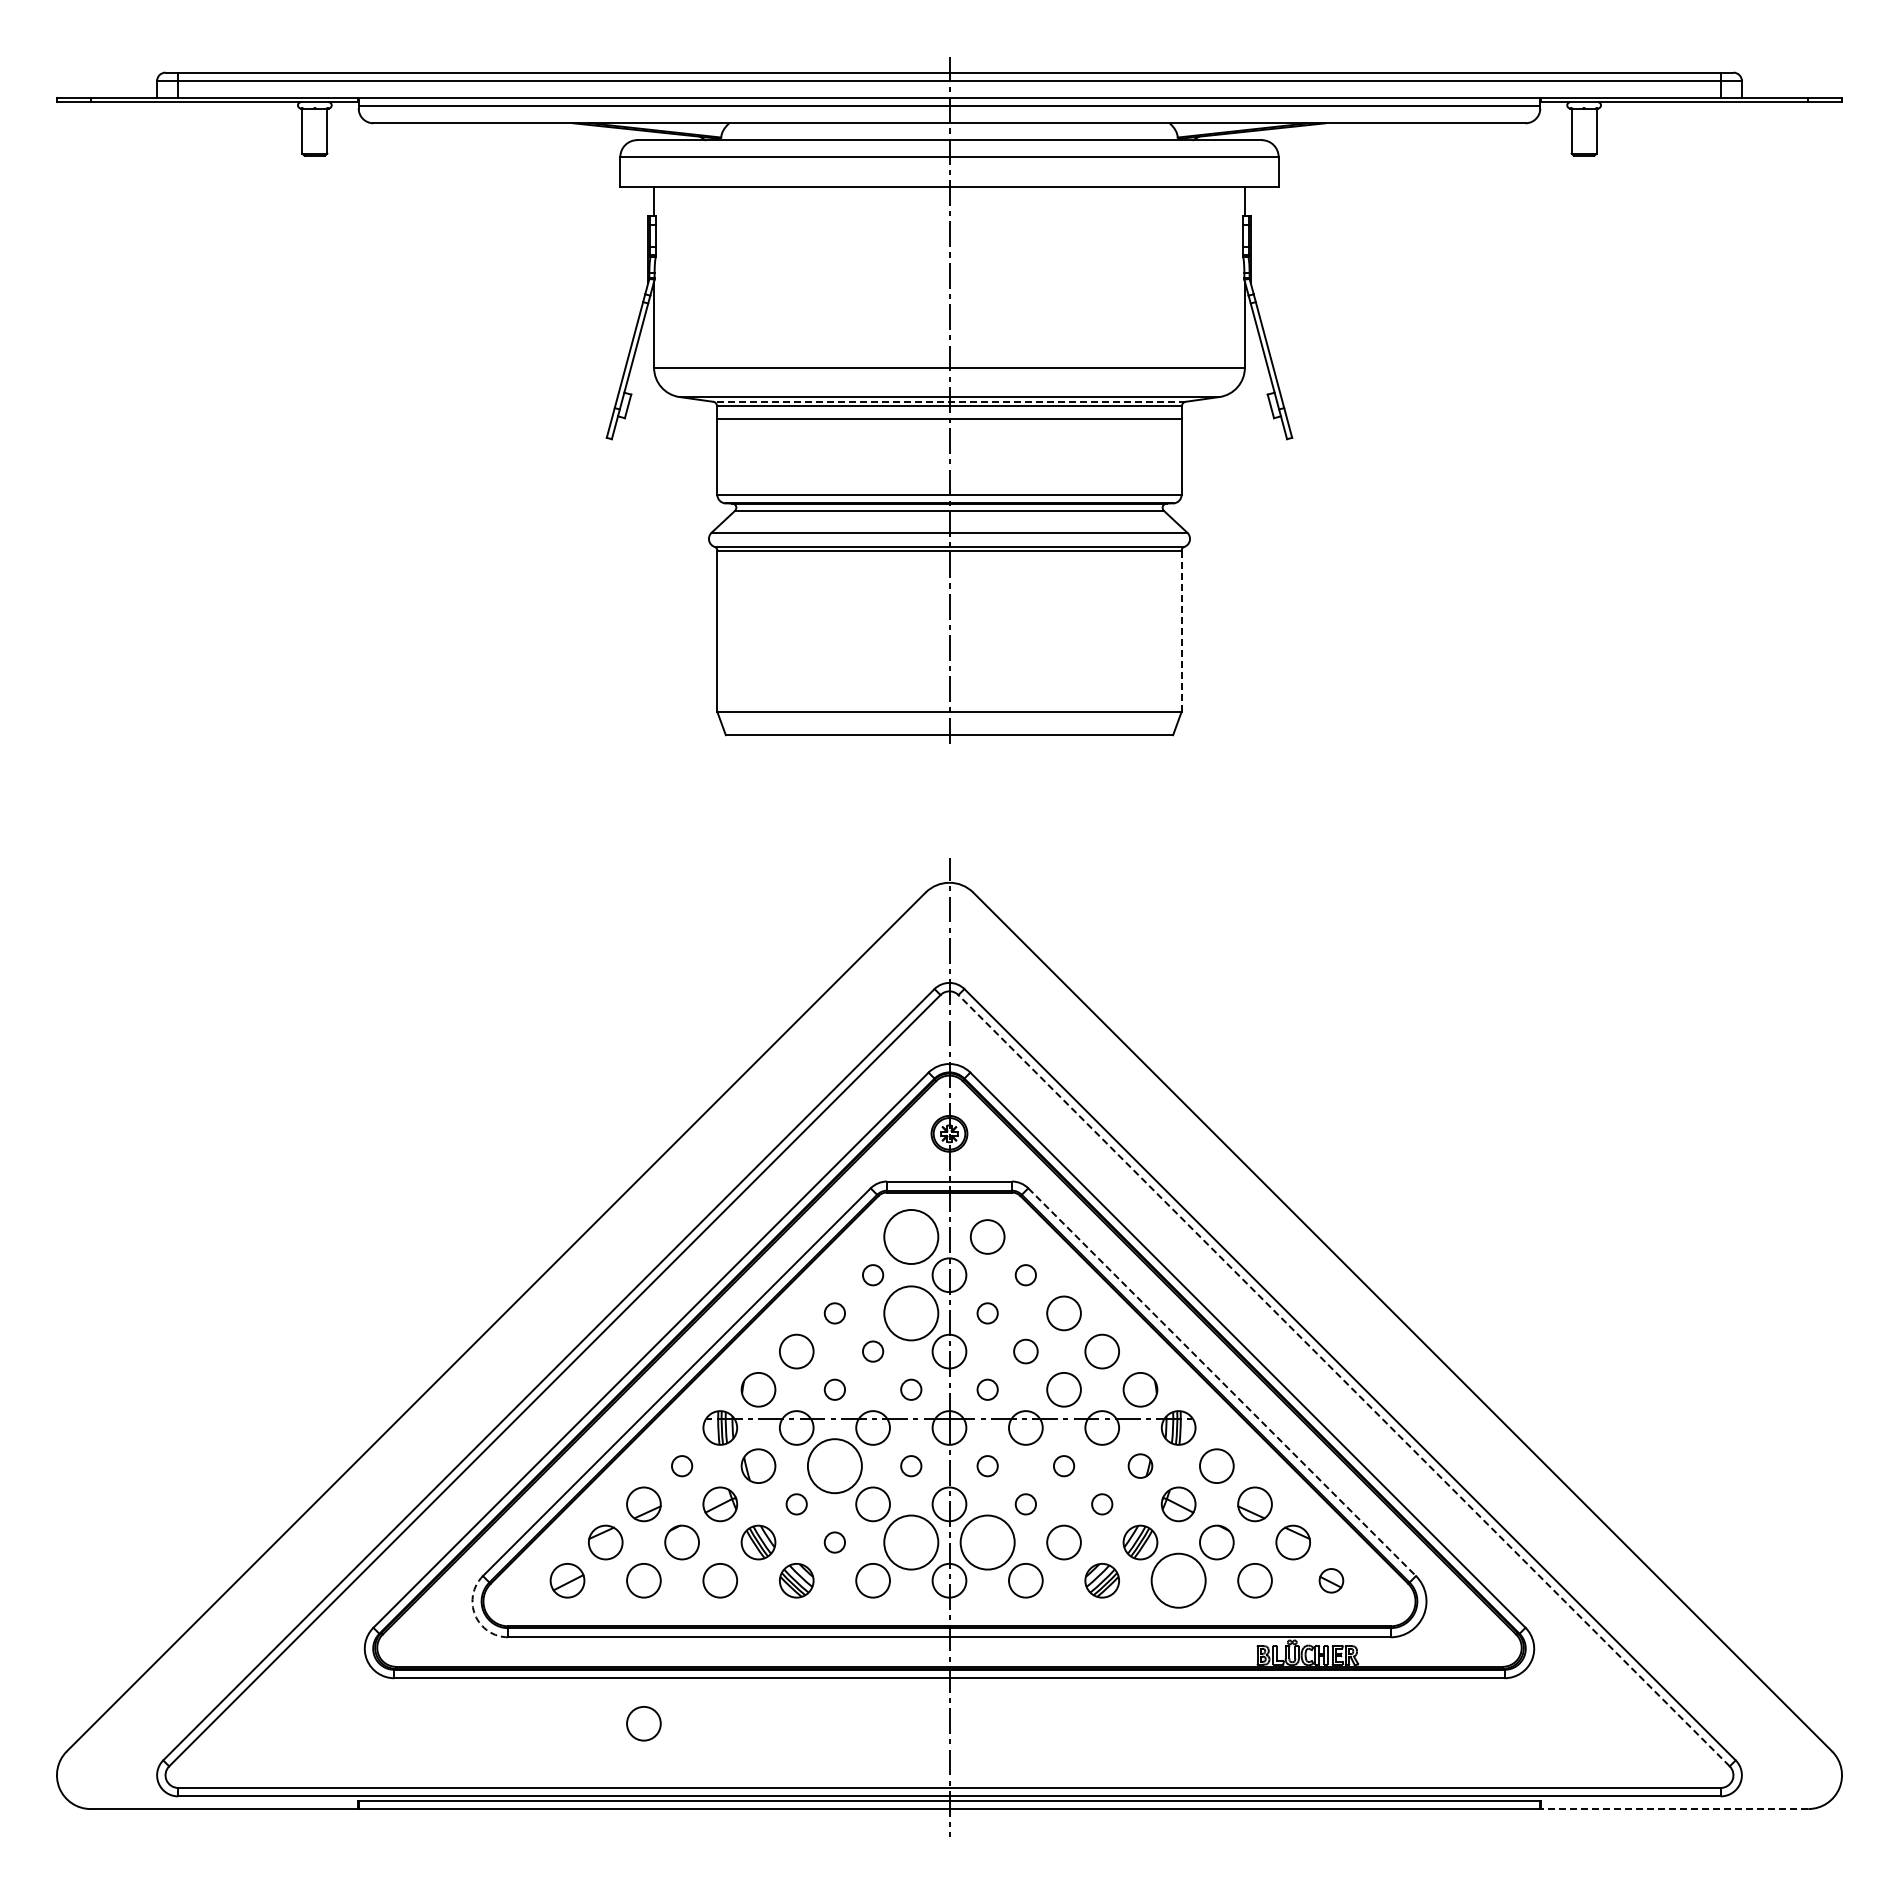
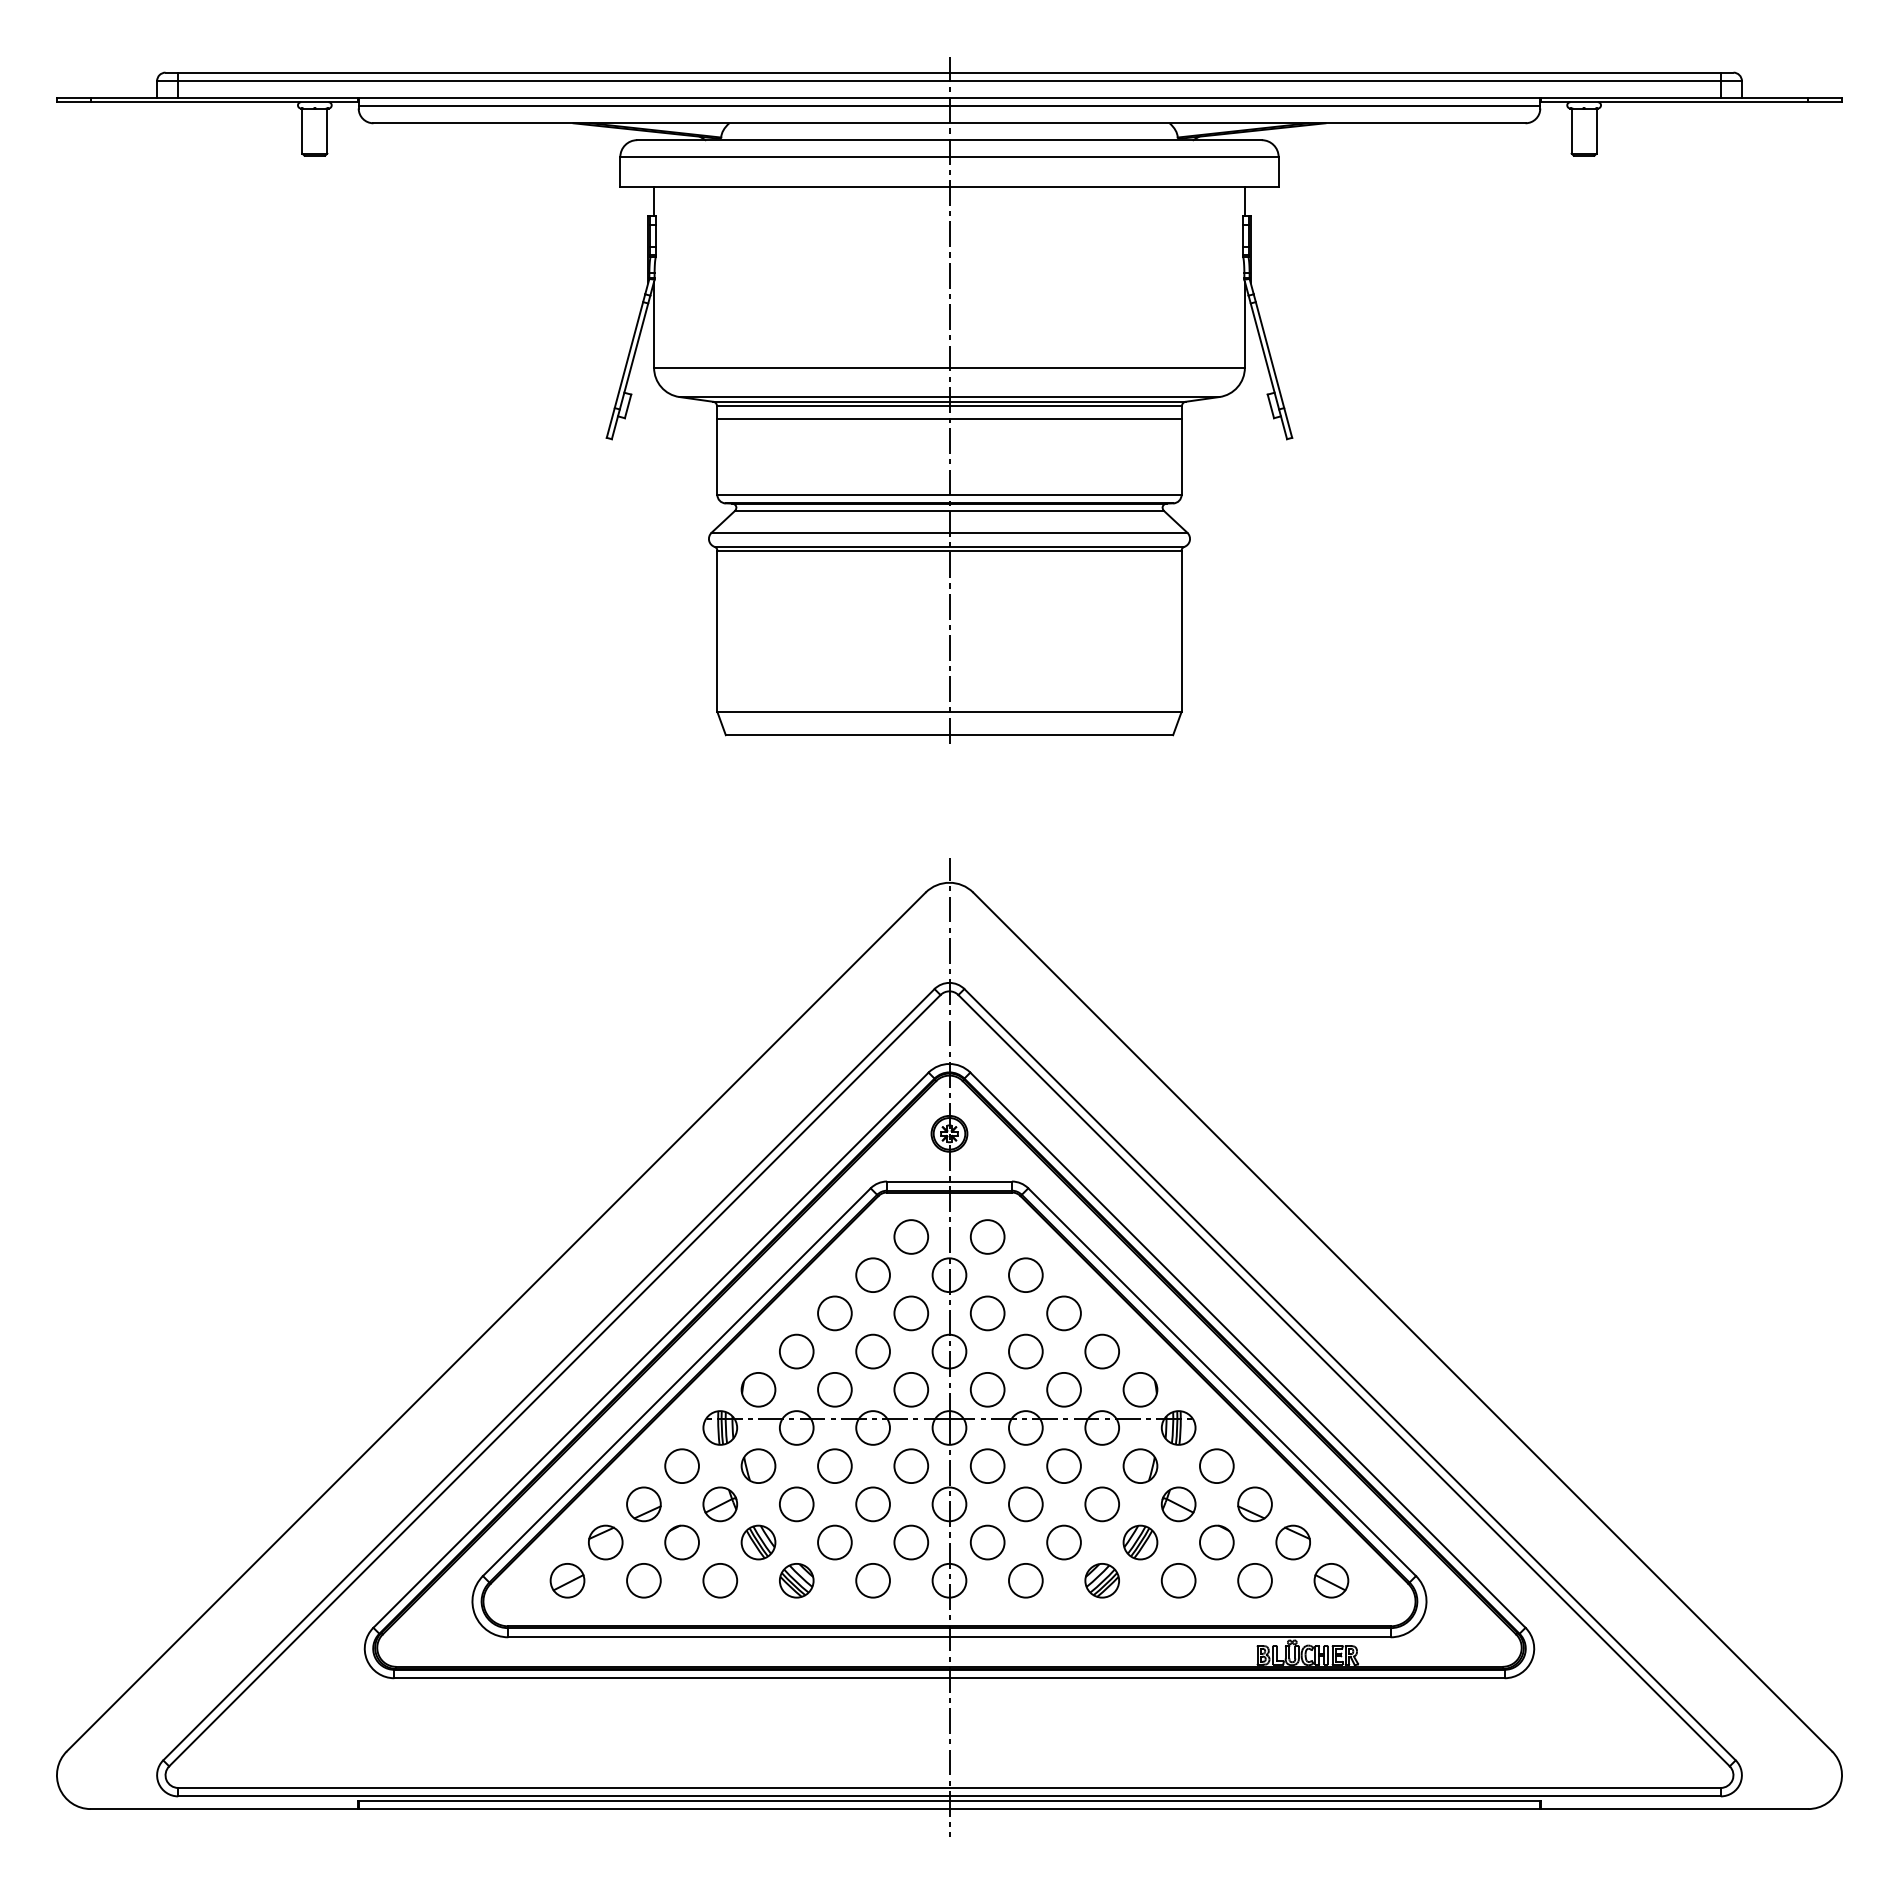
line at (948, 401): dashed -> solid
line at (1181, 631): dashed -> solid
circle at (911, 1236) diameter: 54 px -> 34 px
circle at (872, 1275) diameter: 20 px -> 34 px
circle at (1025, 1275) diameter: 20 px -> 34 px
circle at (834, 1313) diameter: 20 px -> 34 px
circle at (911, 1313) diameter: 54 px -> 34 px
circle at (987, 1313) diameter: 20 px -> 34 px
circle at (872, 1351) diameter: 20 px -> 34 px
circle at (1025, 1351) size: 26x27 px -> 36x37 px
line at (1343, 1380): dashed -> solid
line at (1222, 1382): dashed -> solid
circle at (834, 1389) diameter: 20 px -> 34 px
circle at (911, 1389) diameter: 20 px -> 34 px
circle at (987, 1389) diameter: 20 px -> 34 px
part at (1140, 1465) size: 27x26 px -> 37x36 px
circle at (682, 1466) diameter: 20 px -> 34 px
circle at (834, 1466) diameter: 54 px -> 34 px
circle at (911, 1466) diameter: 20 px -> 34 px
circle at (987, 1466) diameter: 20 px -> 34 px
circle at (1063, 1466) diameter: 20 px -> 34 px
circle at (796, 1504) diameter: 20 px -> 34 px
circle at (1025, 1504) diameter: 20 px -> 34 px
circle at (1102, 1504) diameter: 20 px -> 34 px
circle at (834, 1542) diameter: 20 px -> 34 px
circle at (911, 1542) diameter: 54 px -> 34 px
circle at (987, 1542) diameter: 54 px -> 34 px
circle at (1178, 1580) diameter: 54 px -> 34 px
part at (1331, 1580) size: 27x26 px -> 37x36 px
arc at (475, 1615): dashed -> solid
circle at (643, 1723): present -> none
line at (1674, 1809): dashed -> solid
